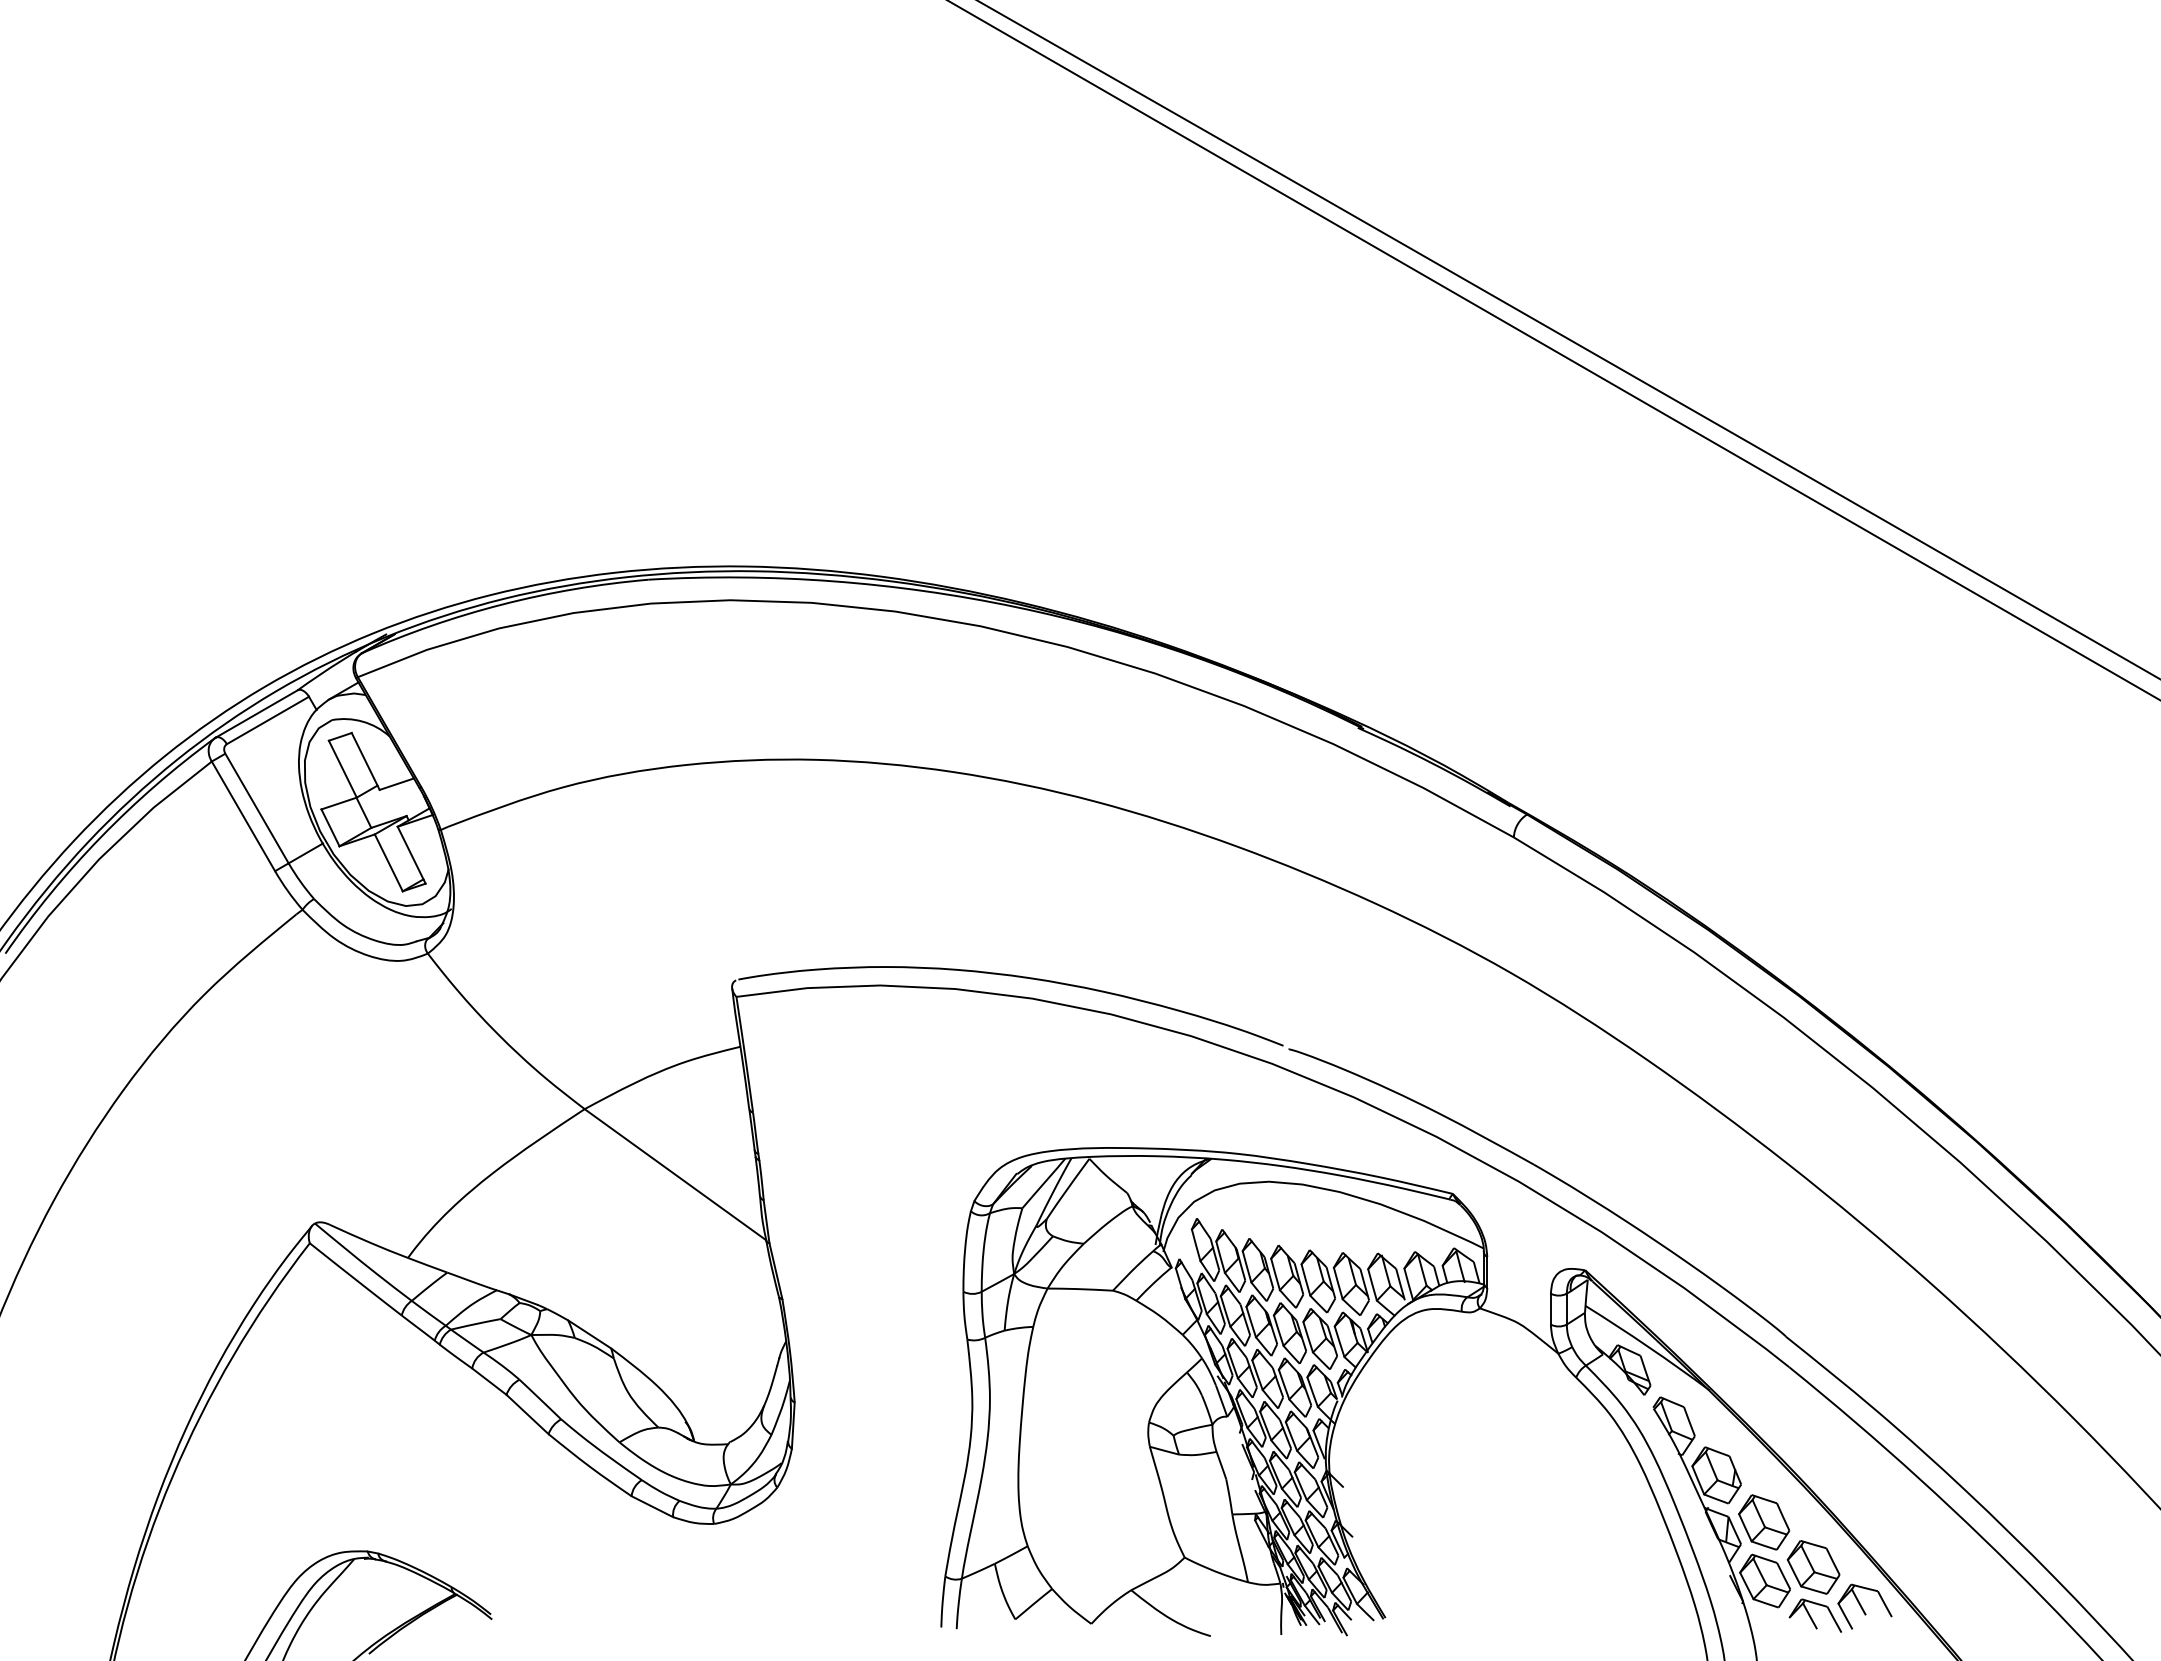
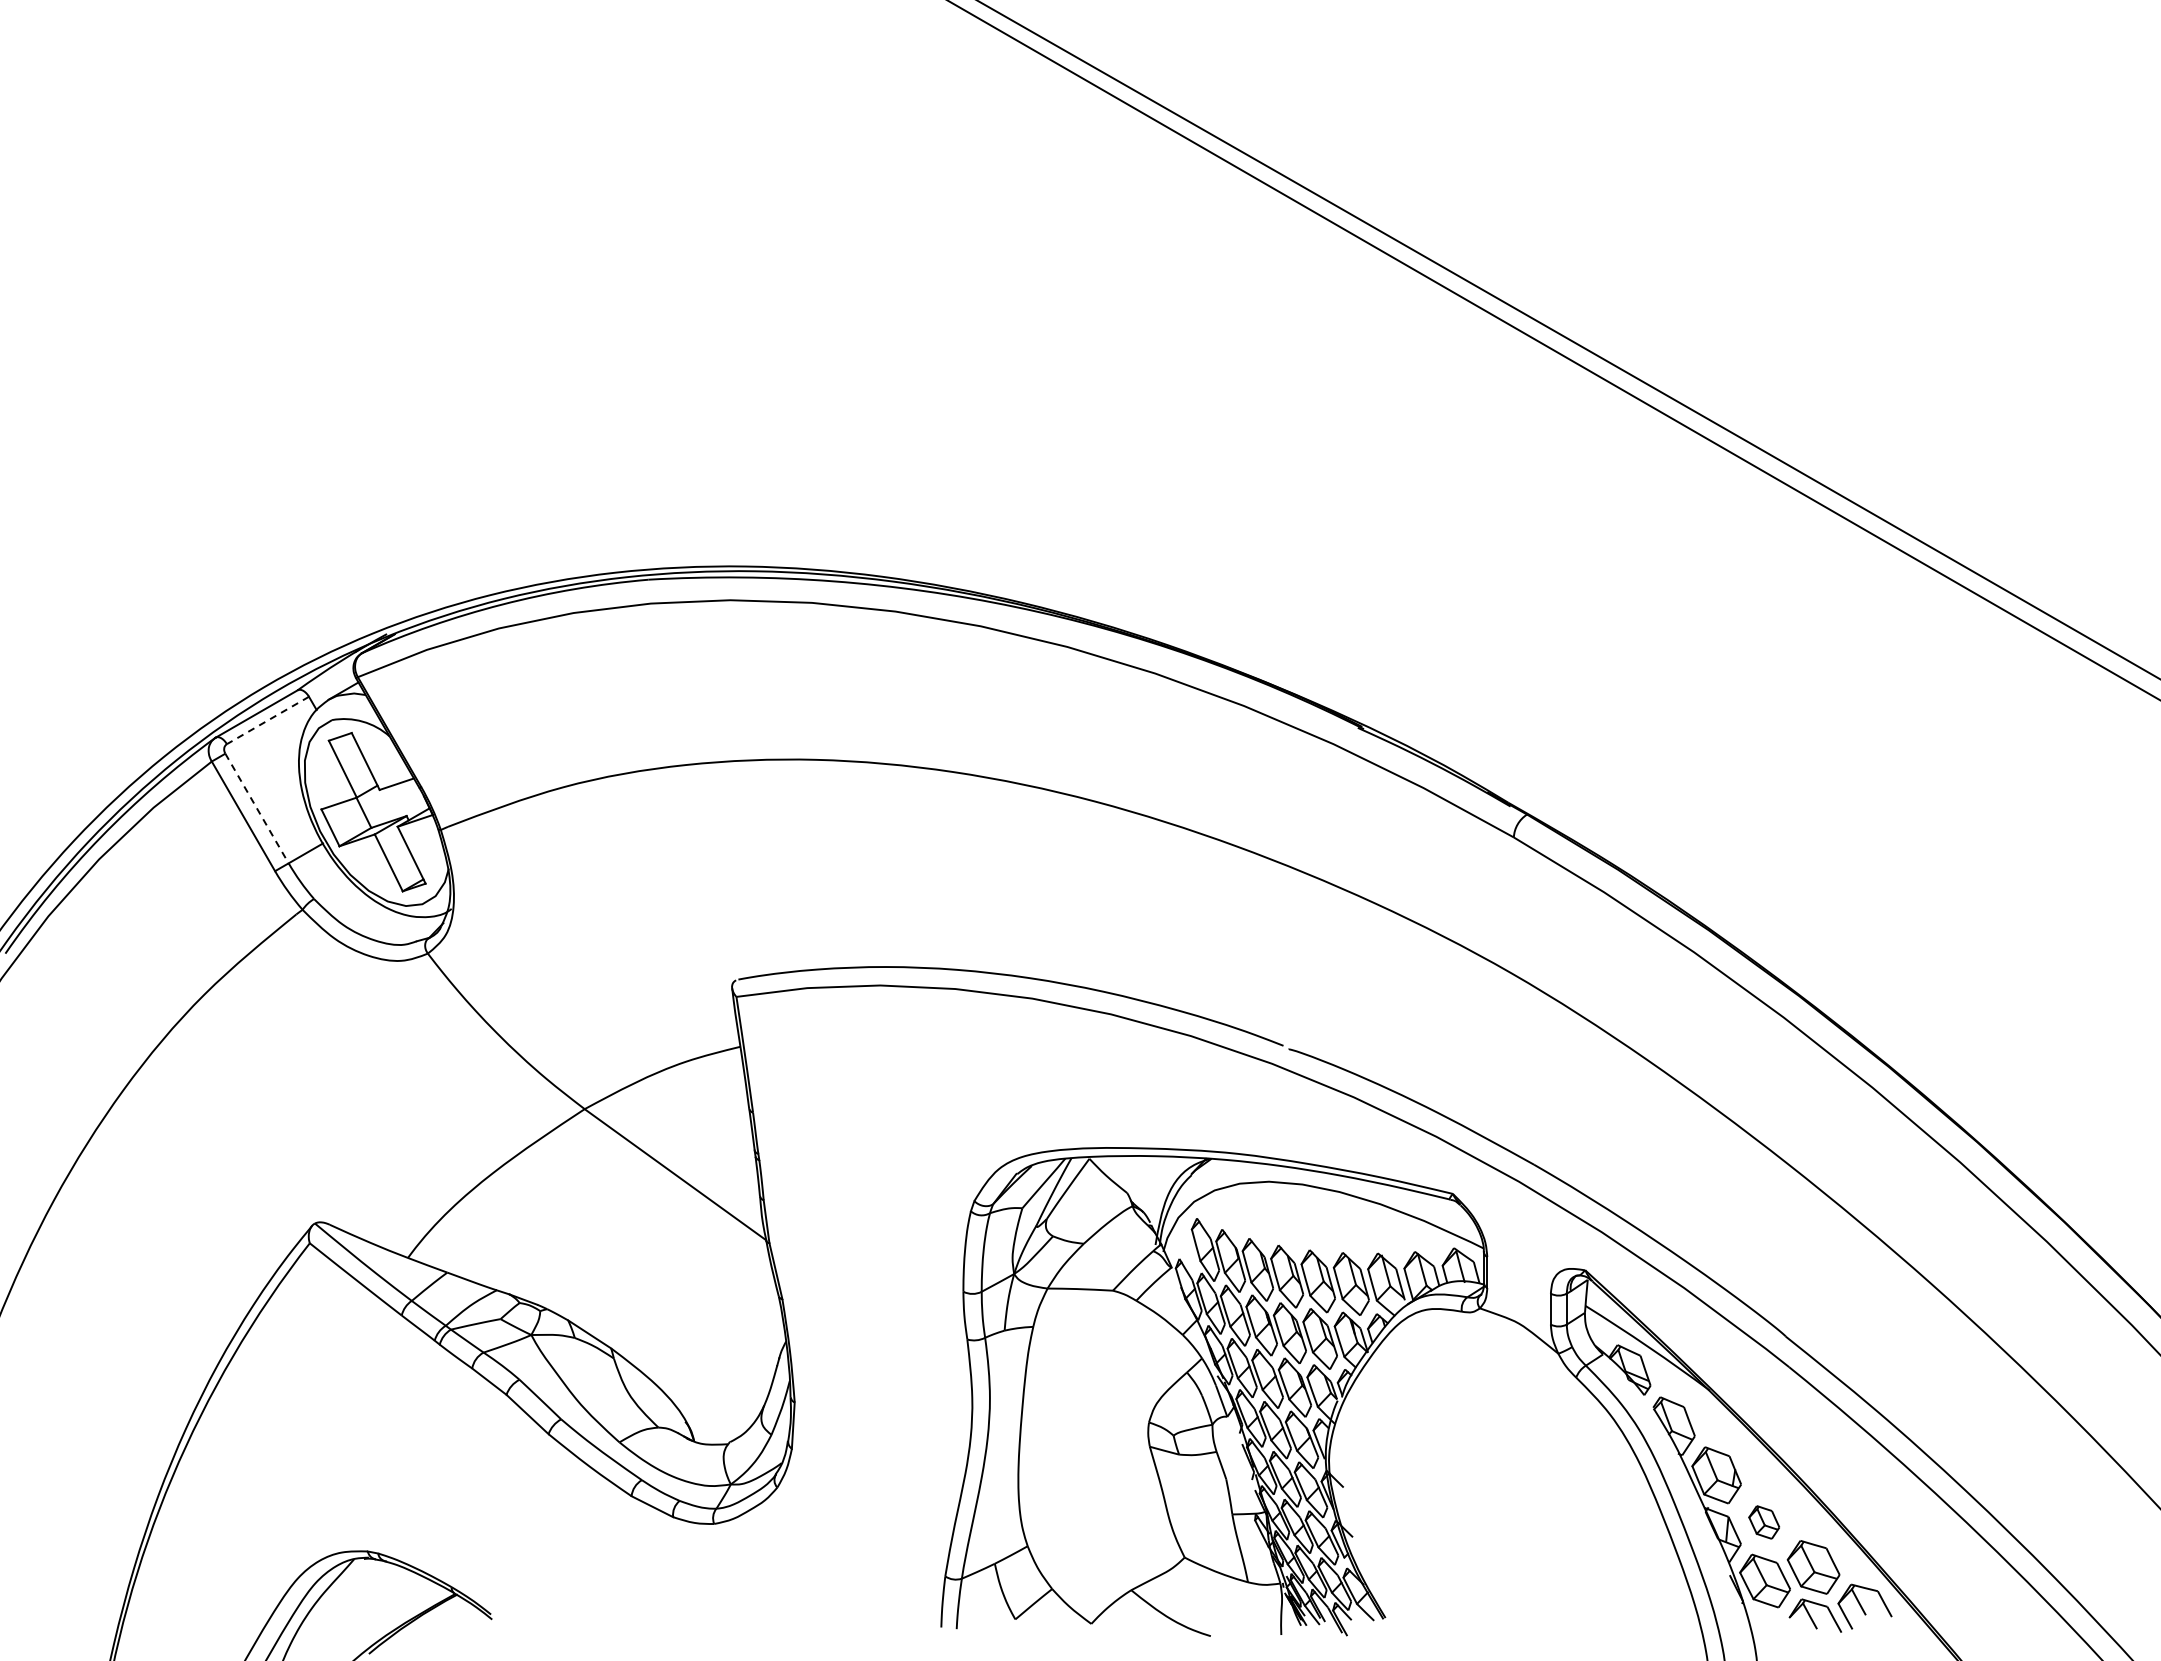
line at (267, 720): solid -> dashed
line at (257, 808): solid -> dashed
part at (1764, 1522) size: 53x57 px -> 33x35 px
